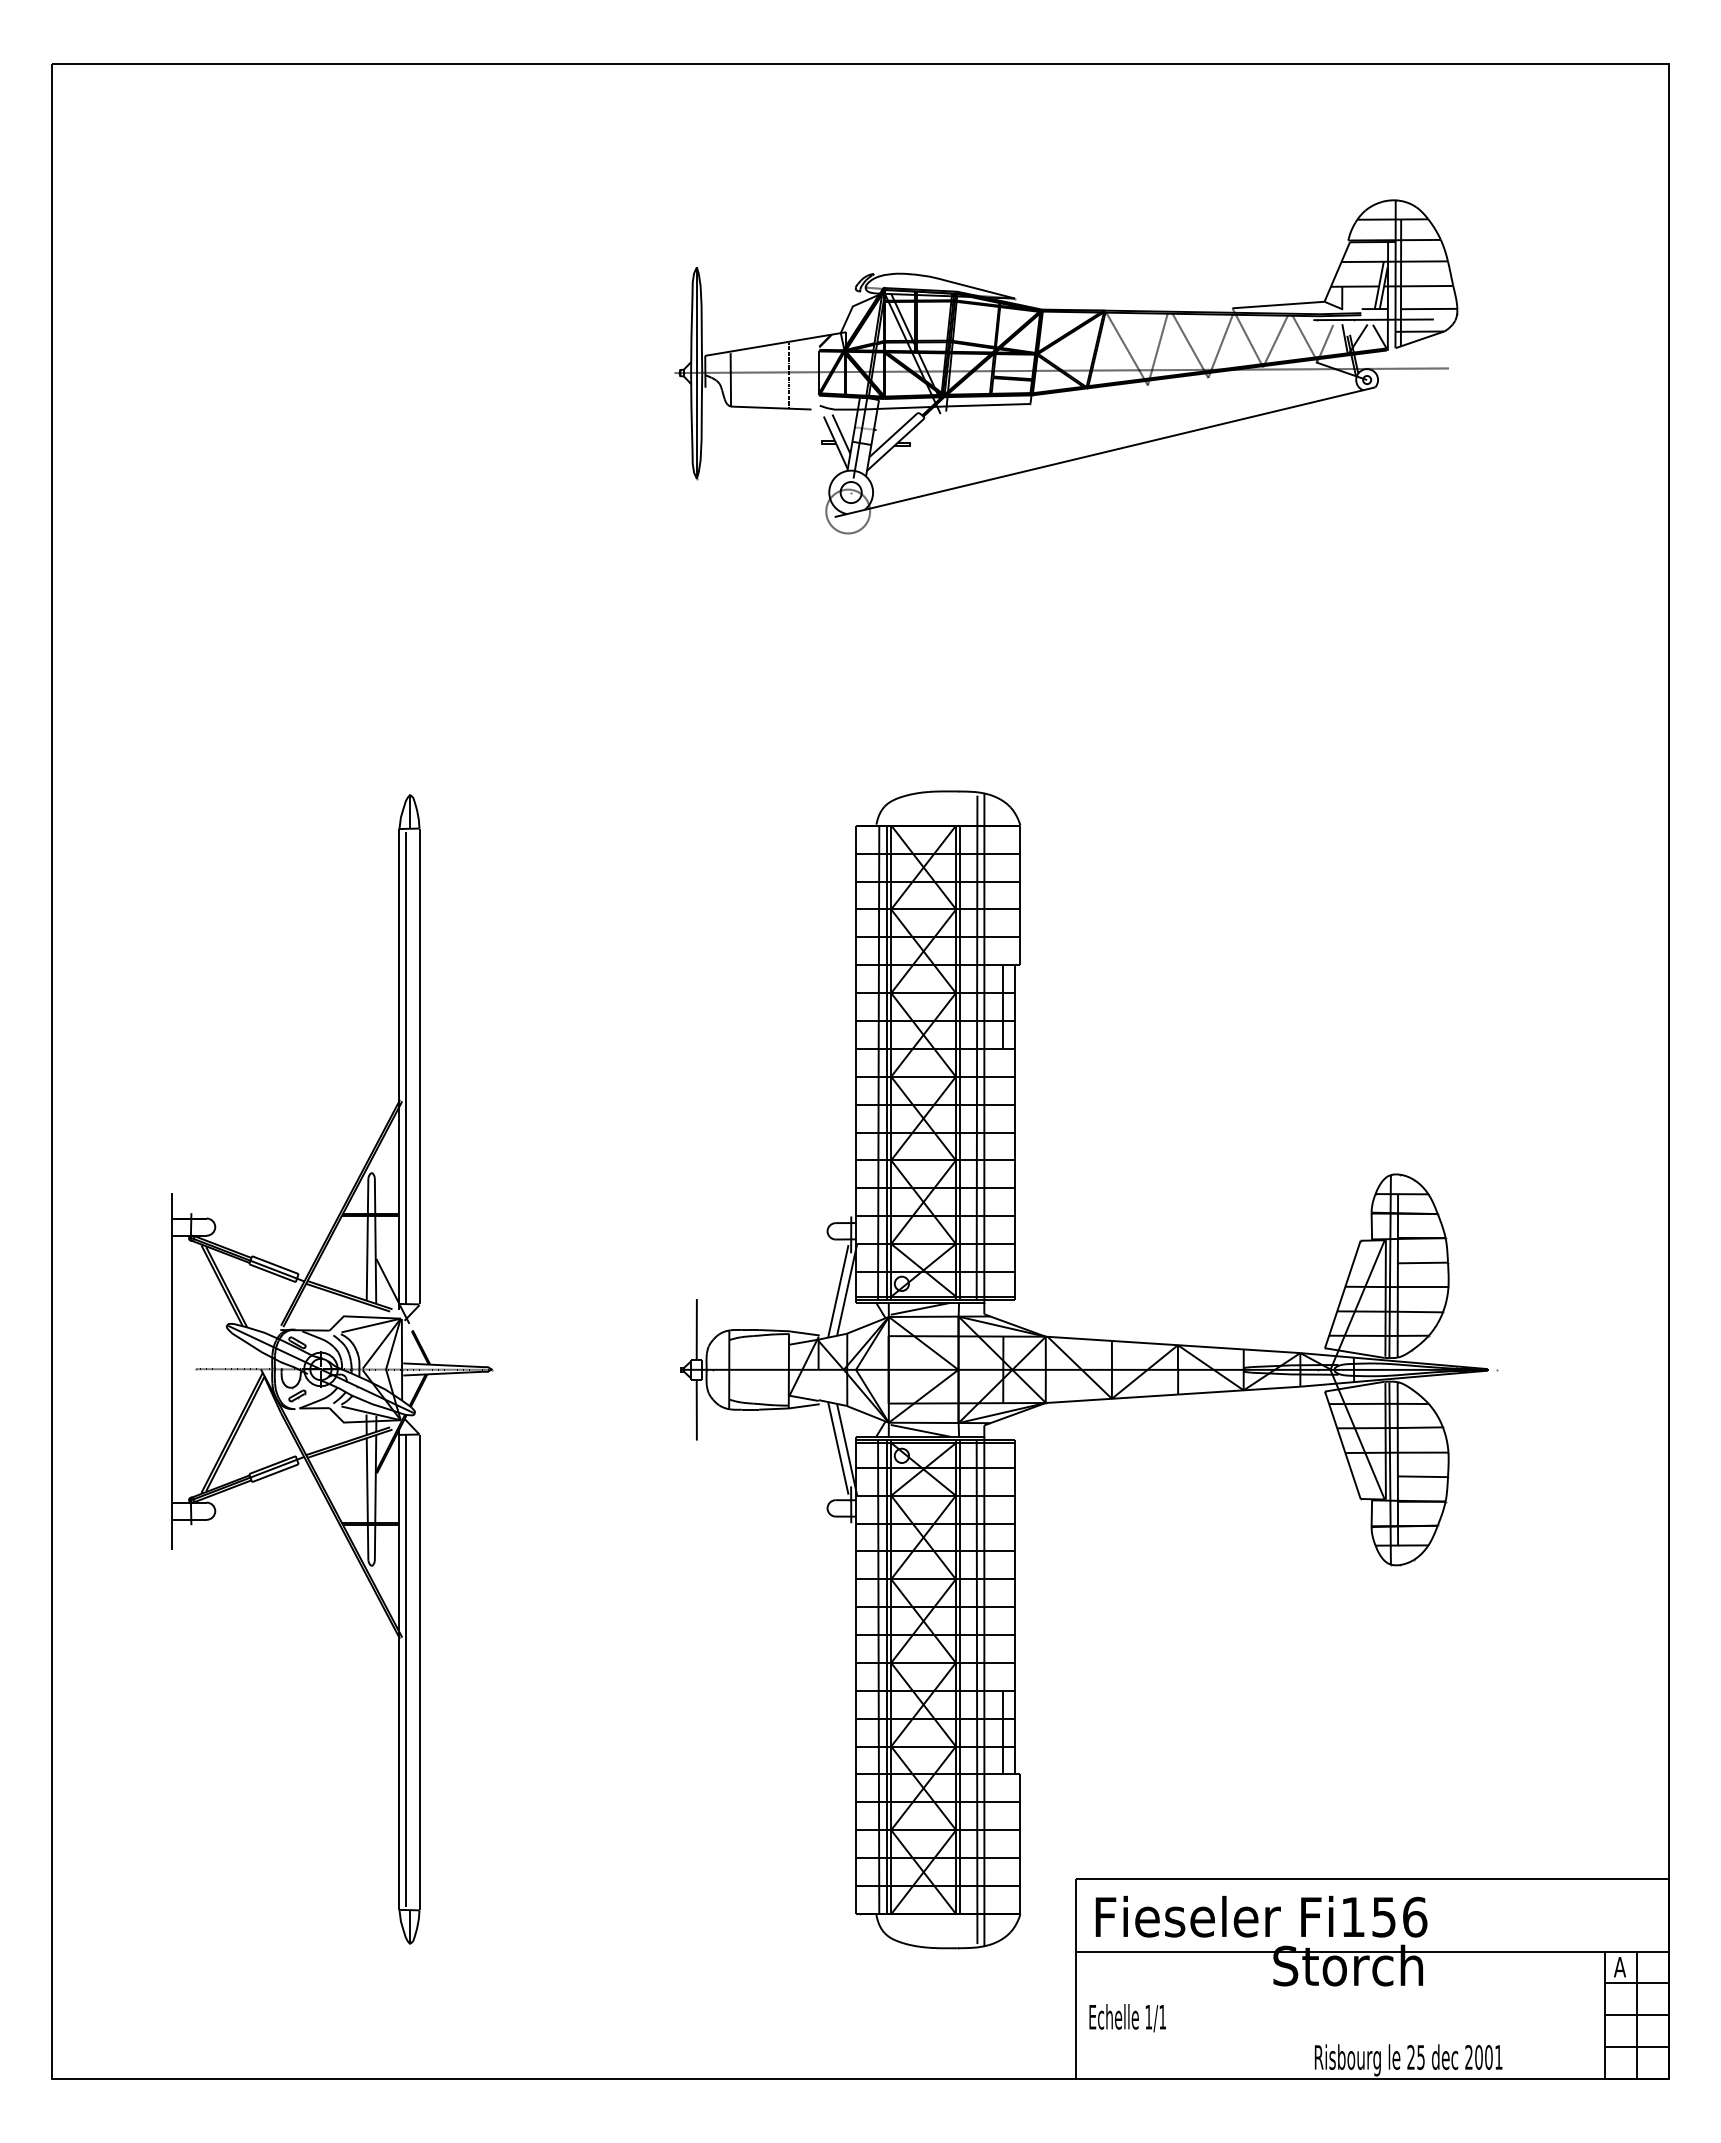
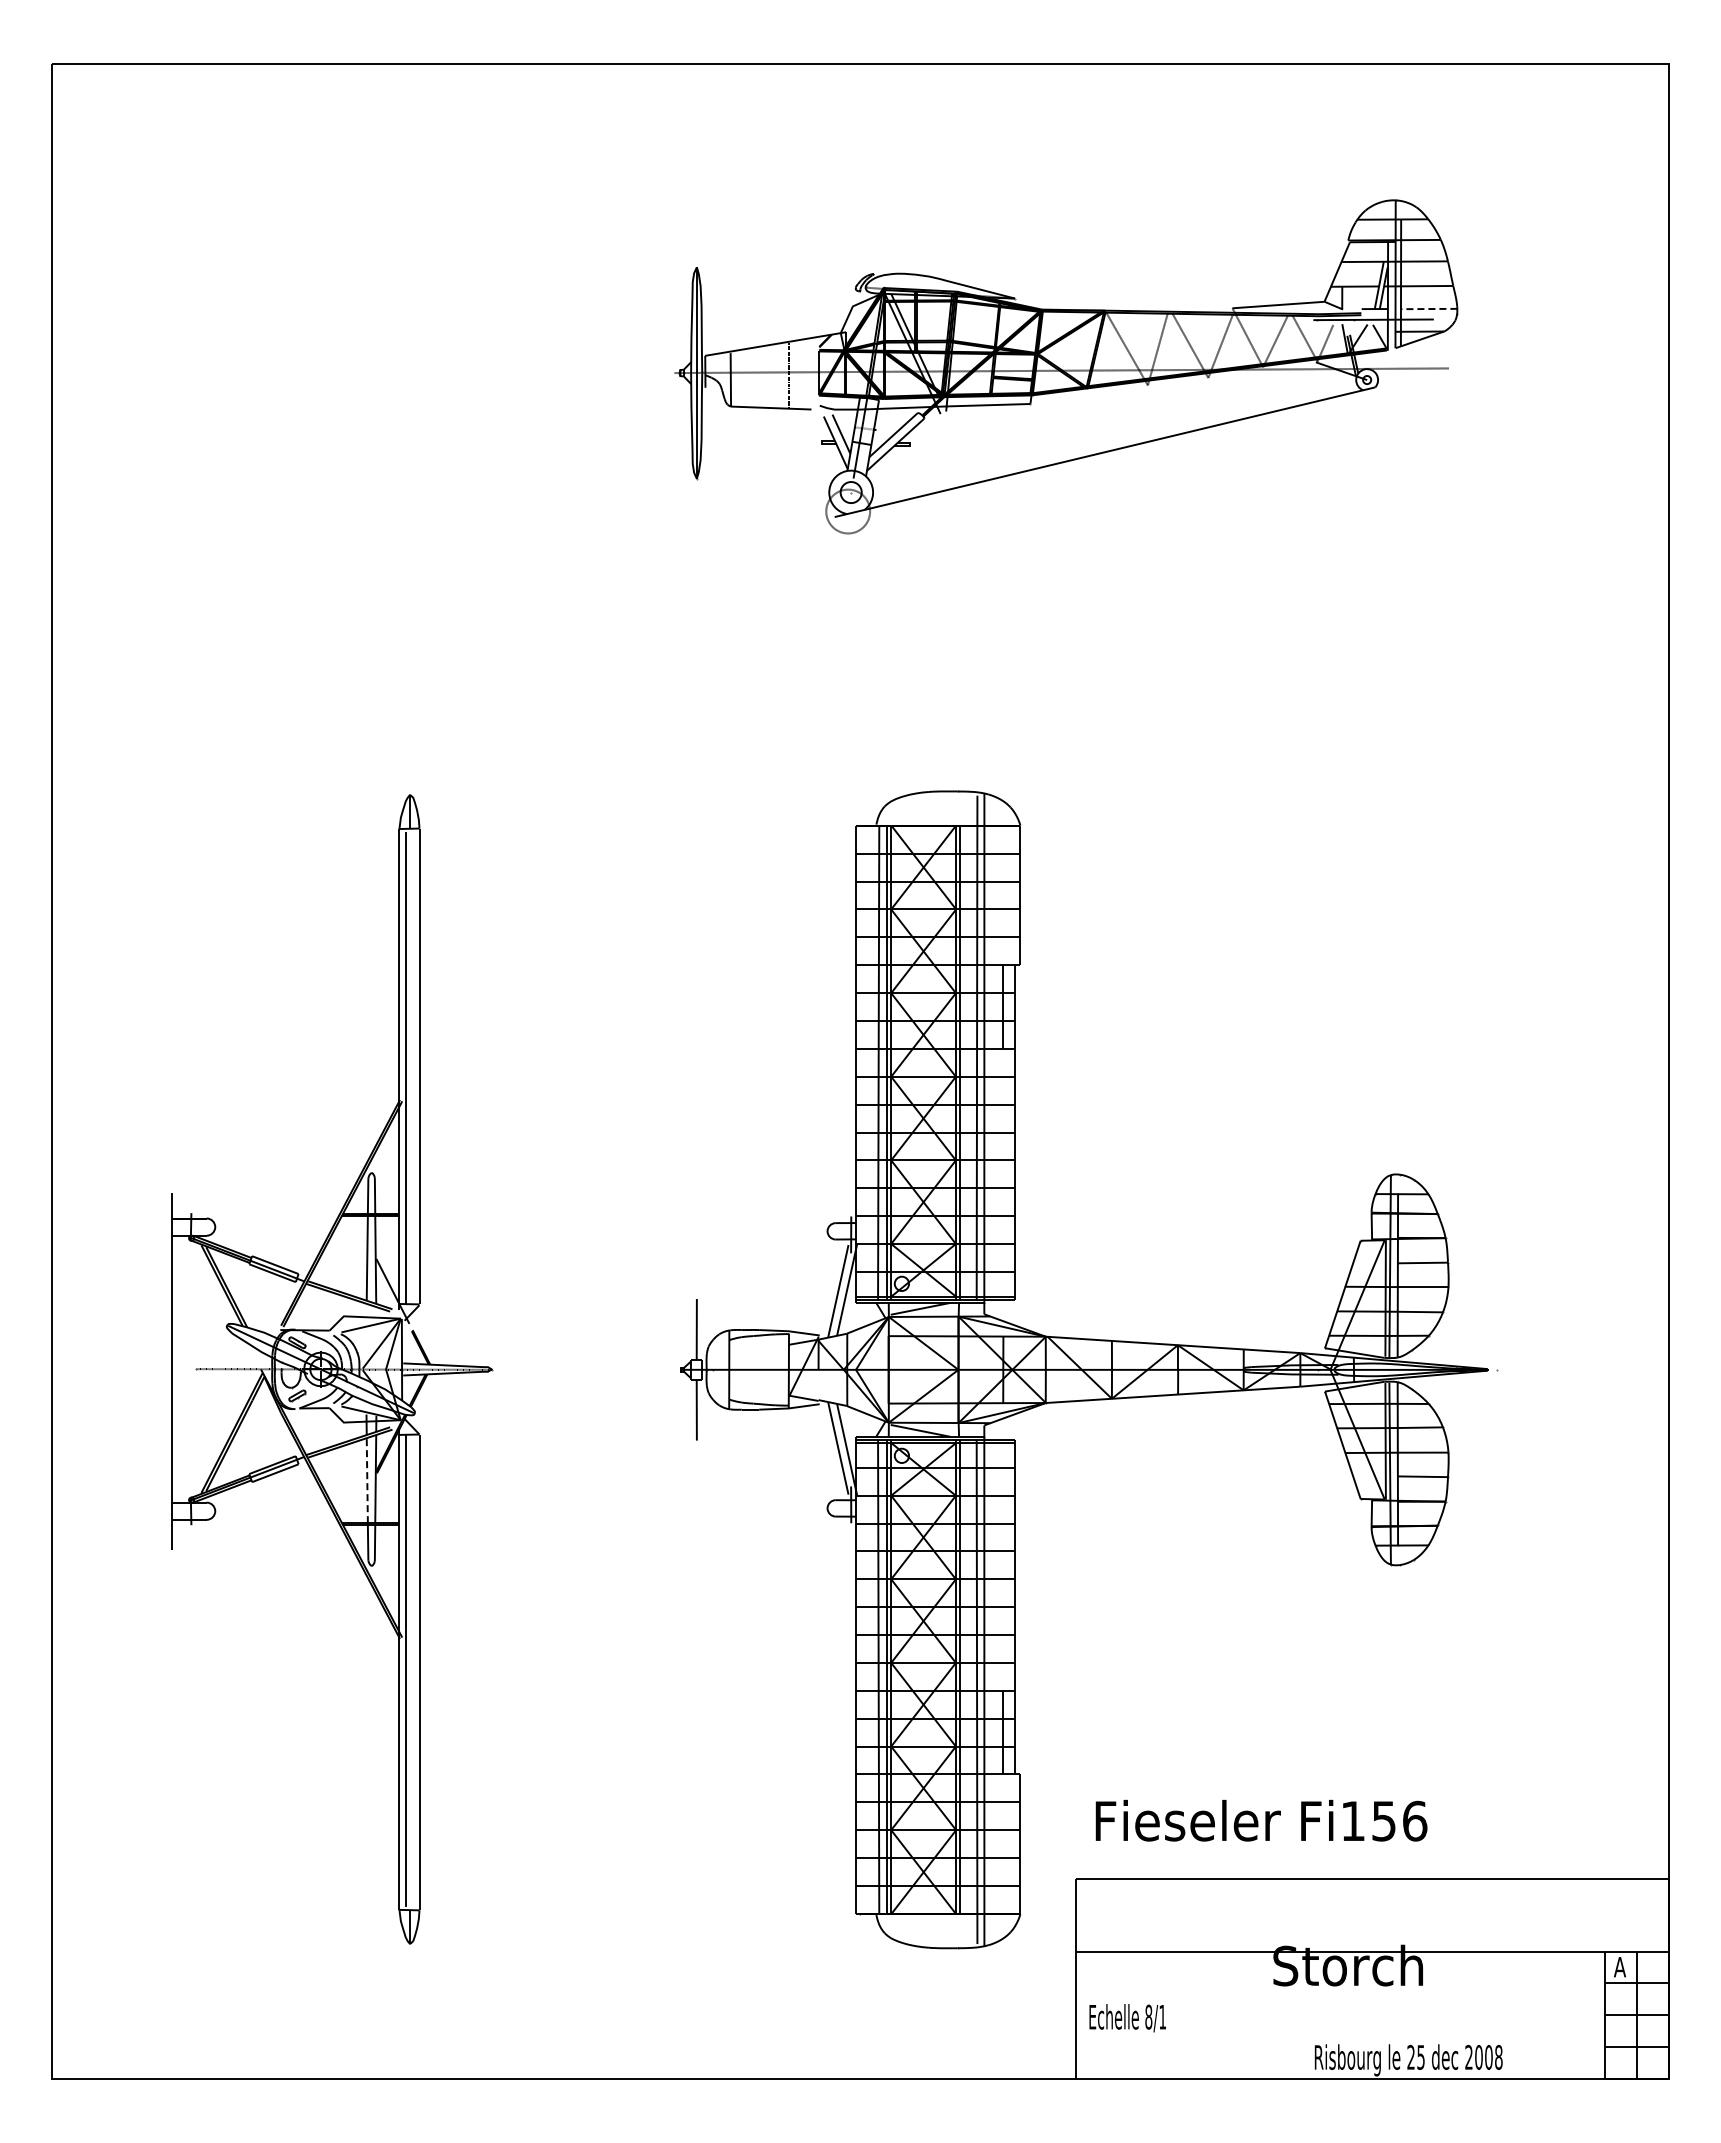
line at (1429, 309): solid -> dashed
line at (367, 1480): solid -> dashed
text at (1261, 1916) position: (1261, 1916) -> (1261, 1820)
text at (1148, 2016): 1/1 -> 8/1
text at (1498, 2056): 2001 -> 2008
